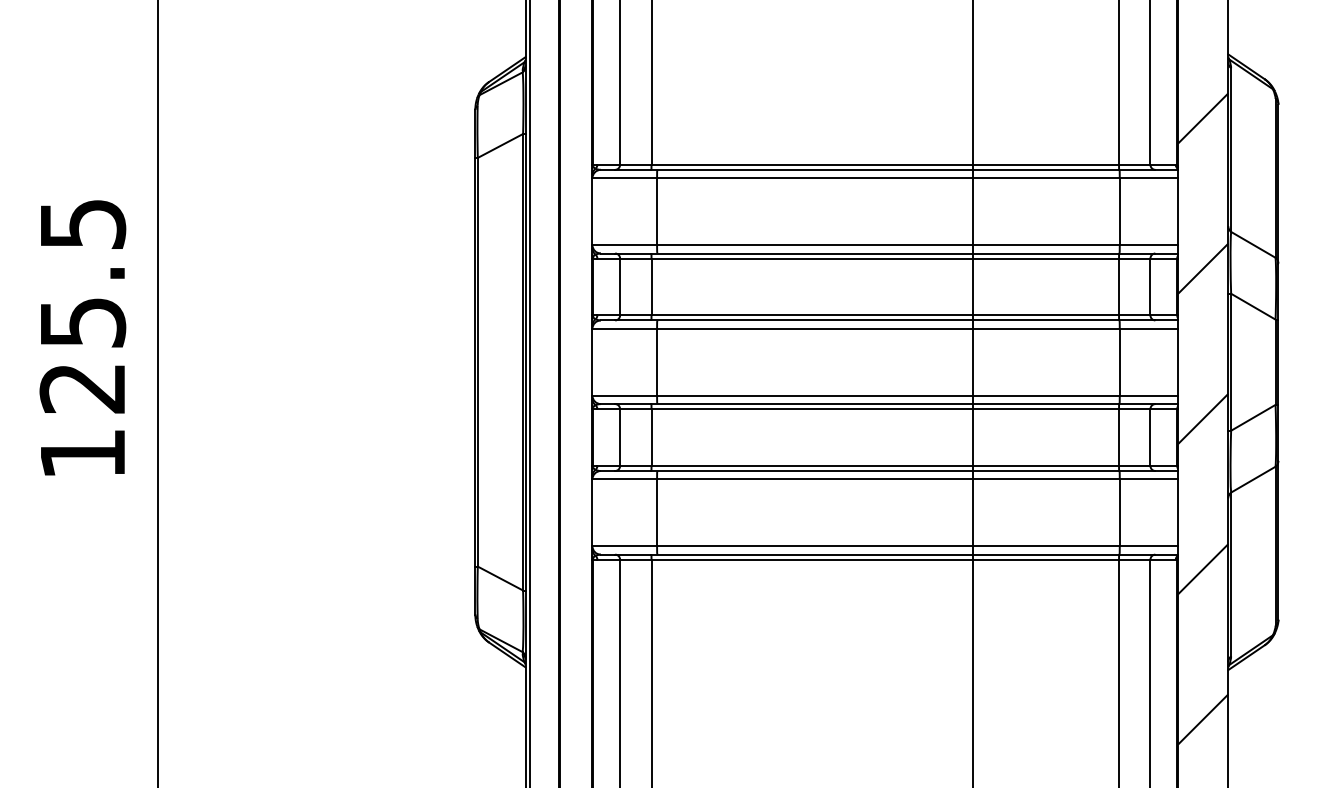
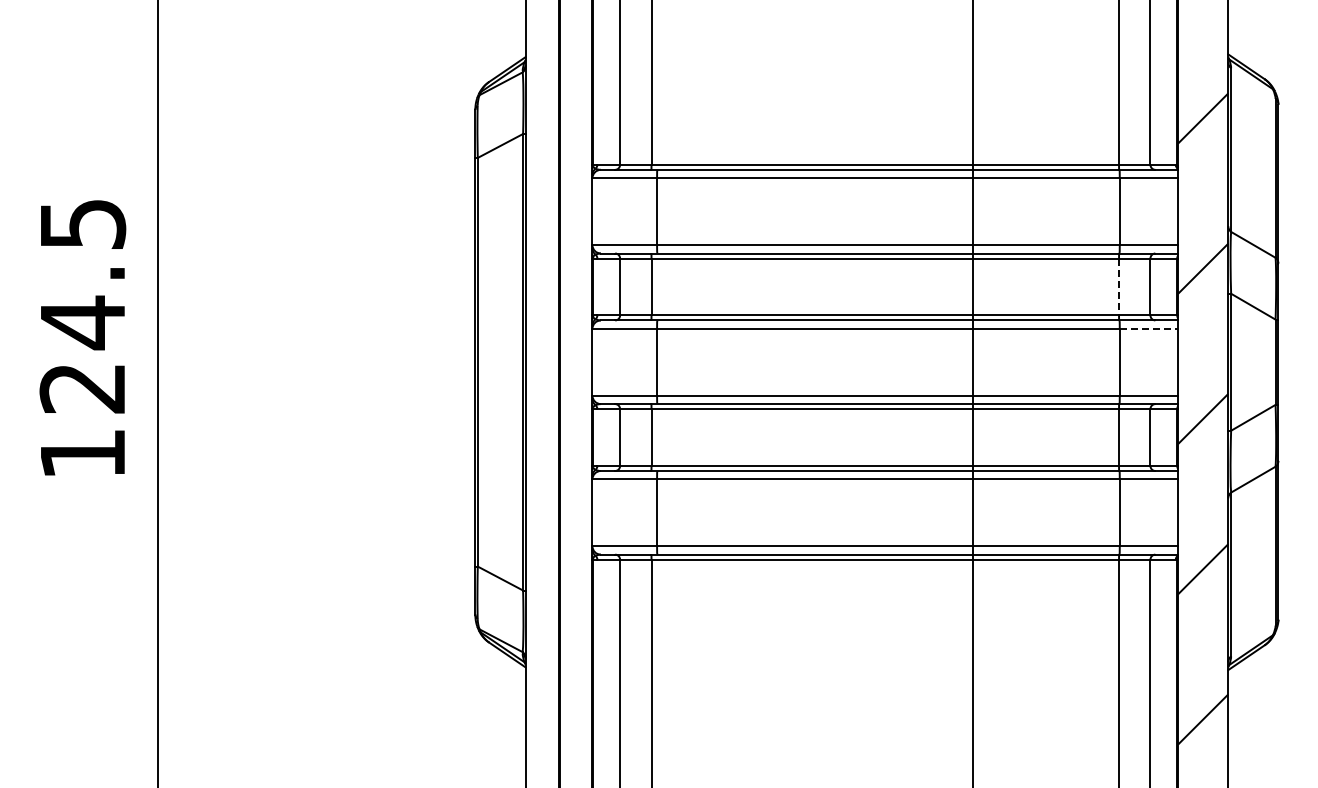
line at (1119, 287): solid -> dashed
text at (83, 322): 125.5 -> 124.5
line at (1149, 328): solid -> dashed
line at (530, 393): present -> none
